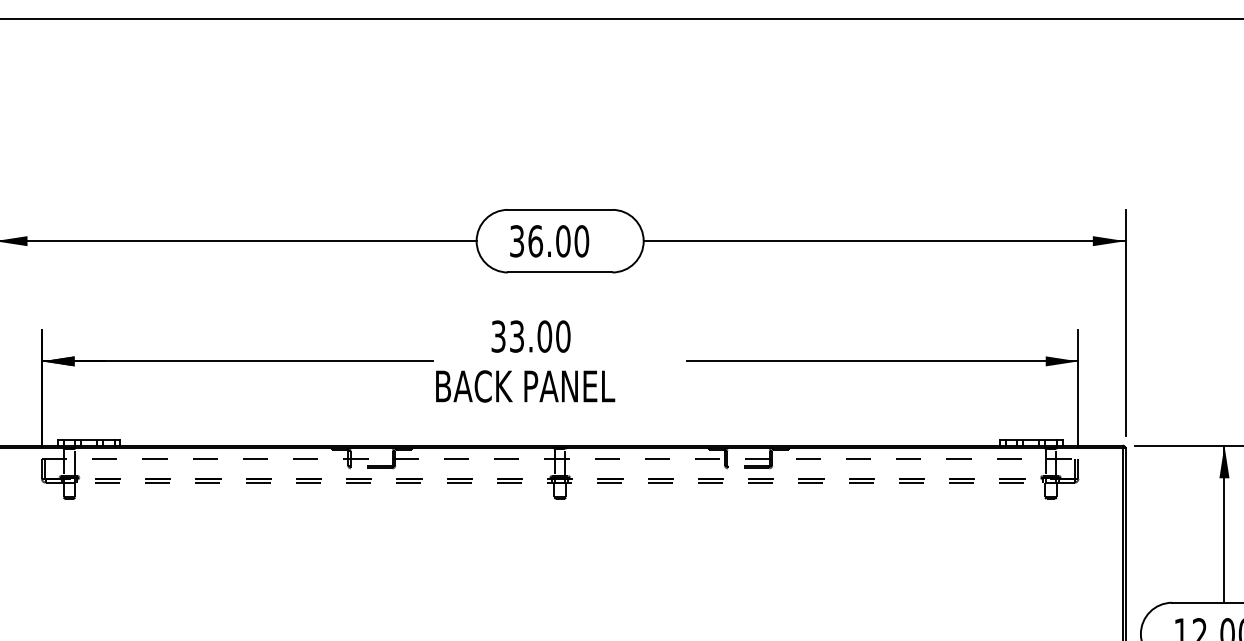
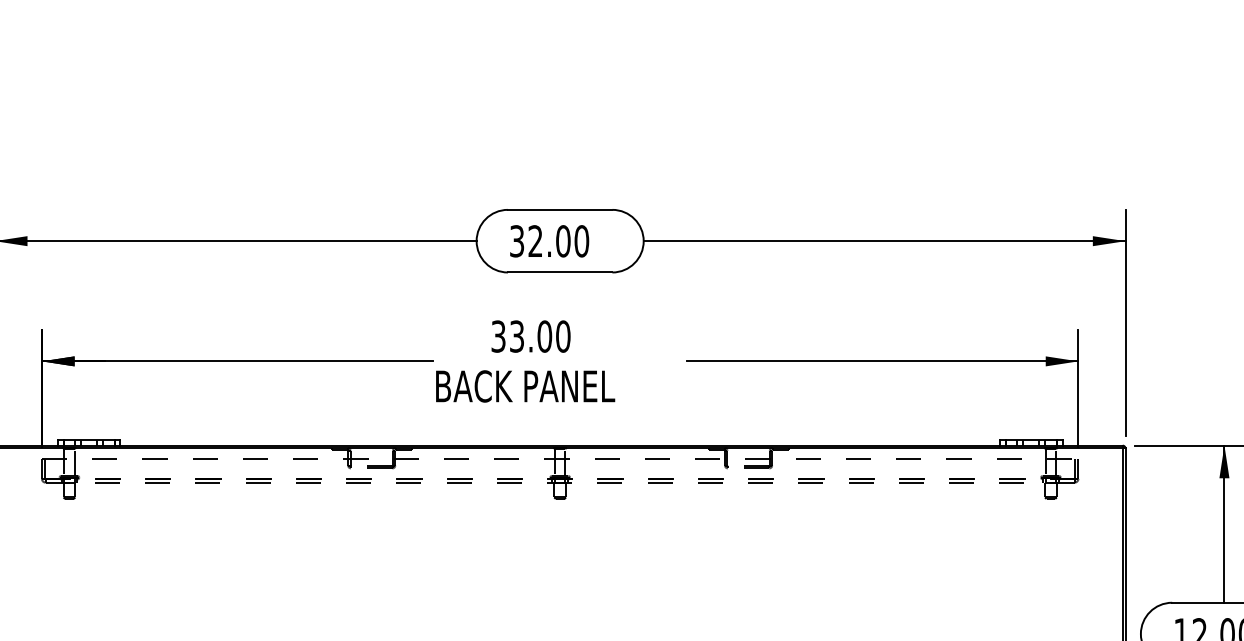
line at (621, 19): present -> none
text at (535, 241): 36.00 -> 32.00
